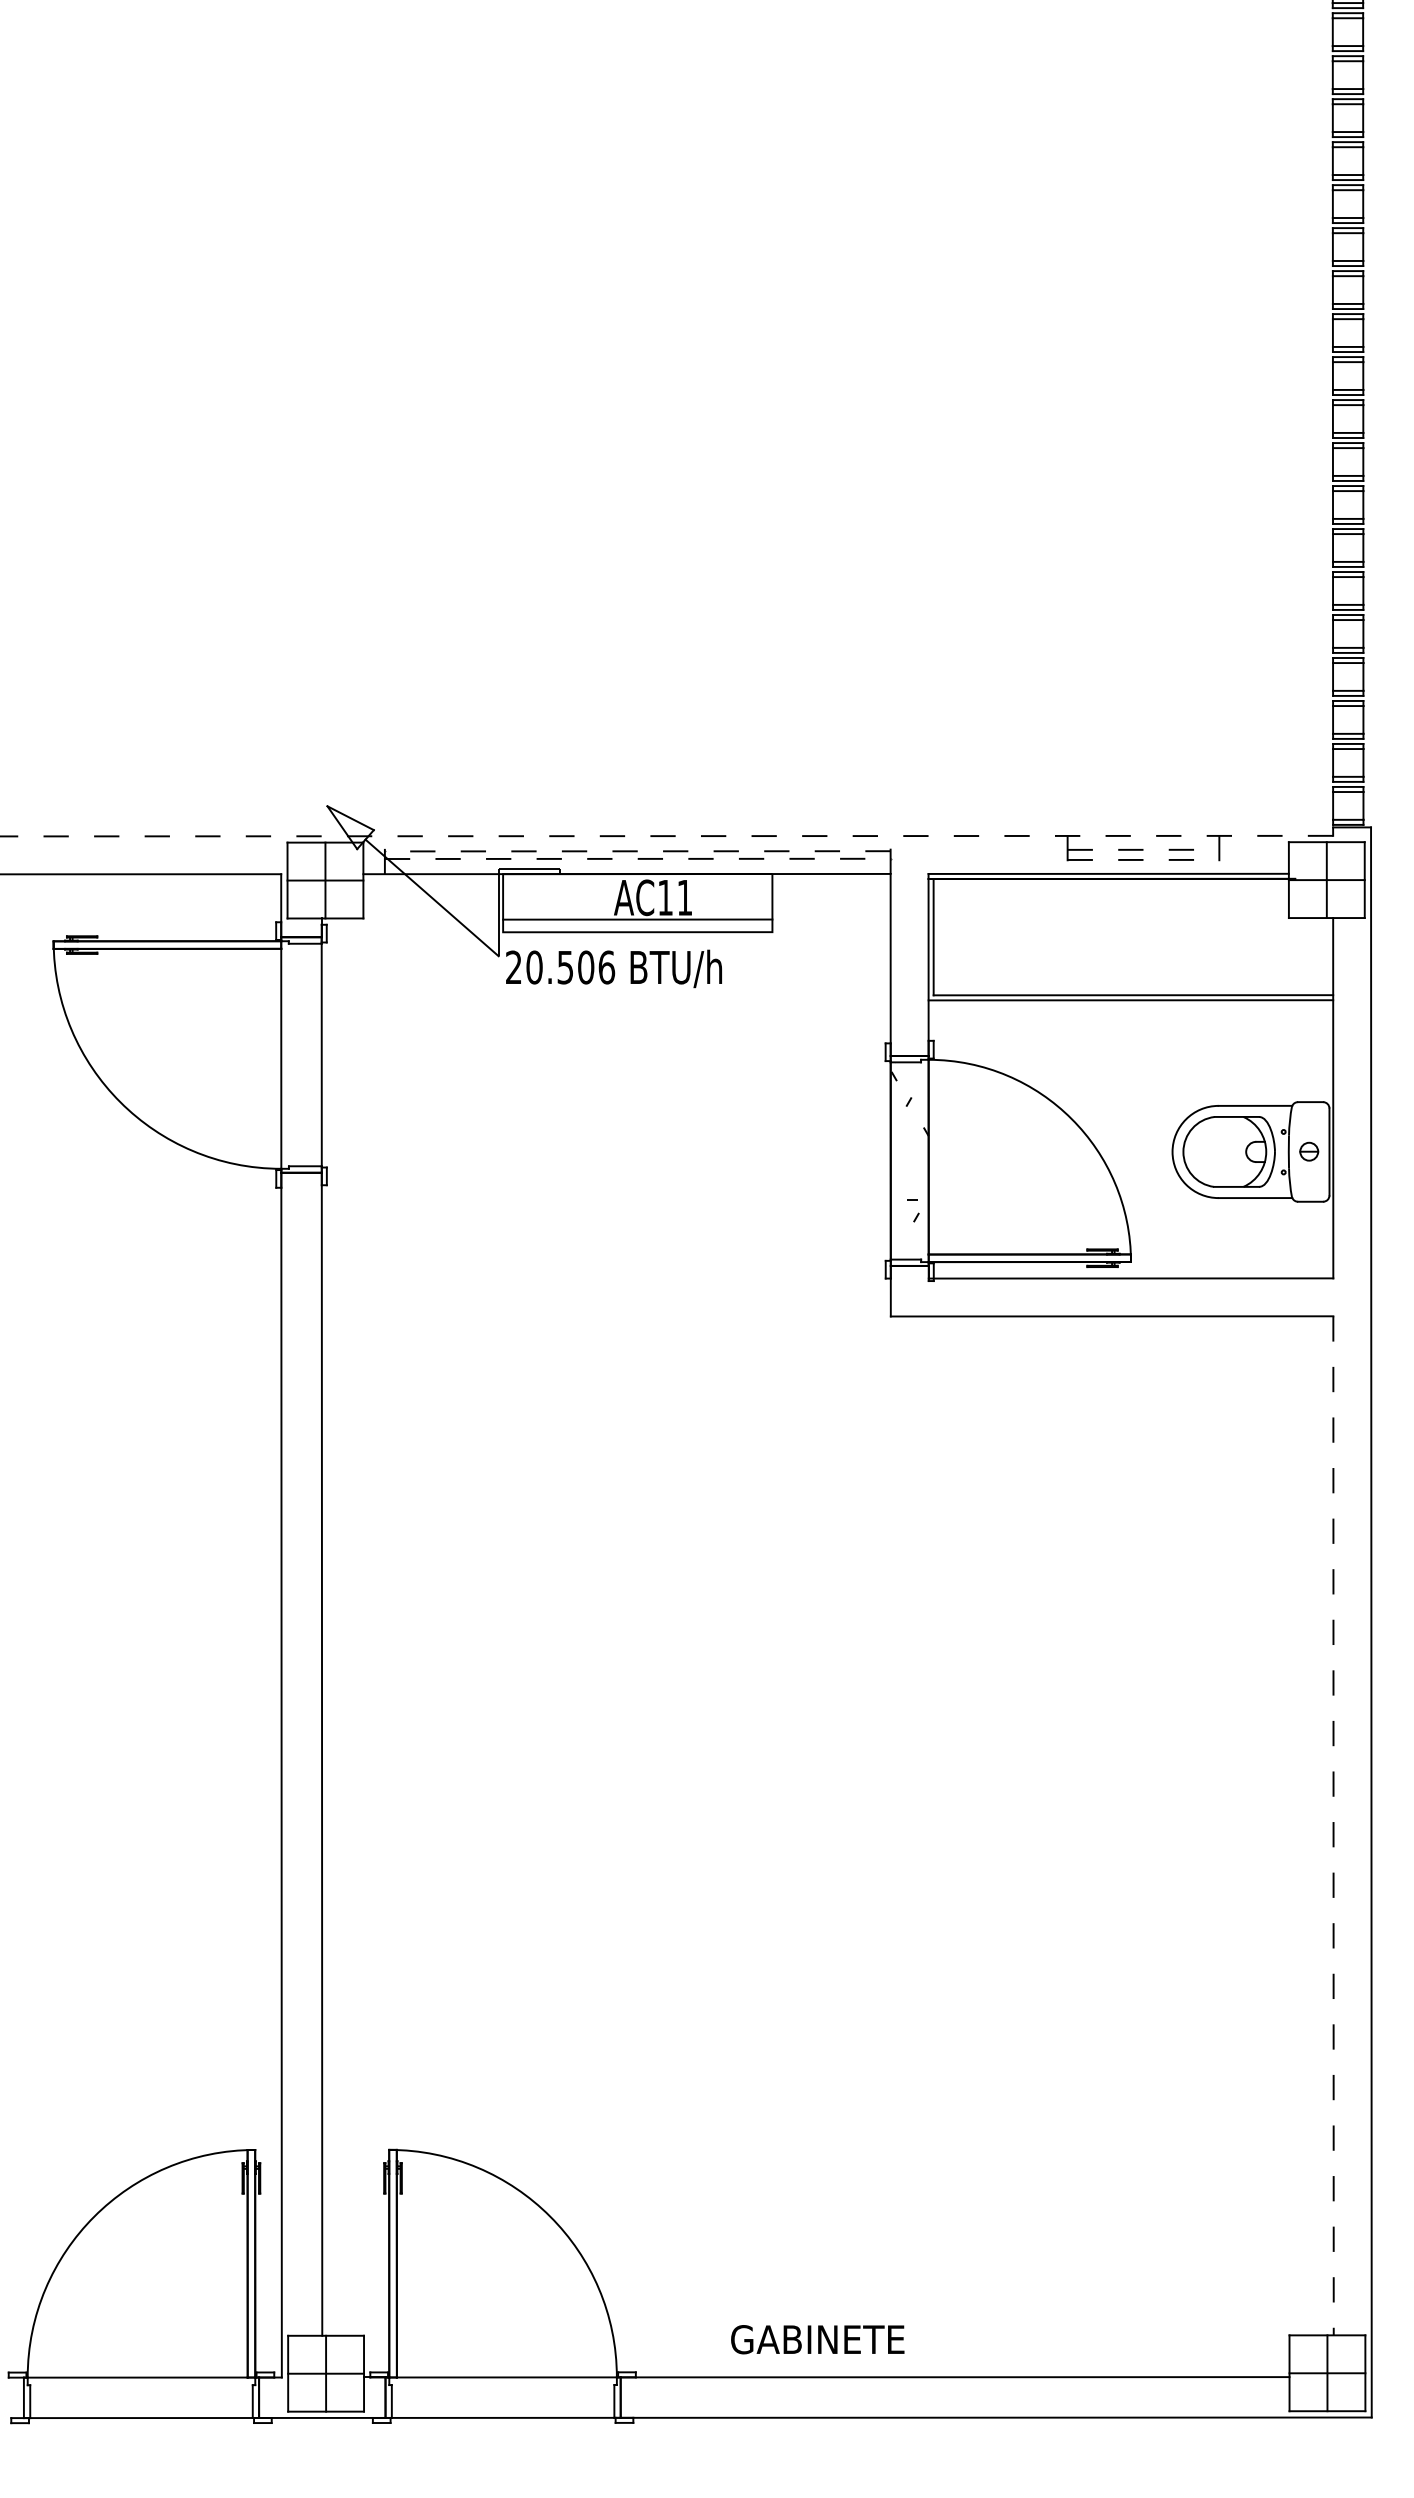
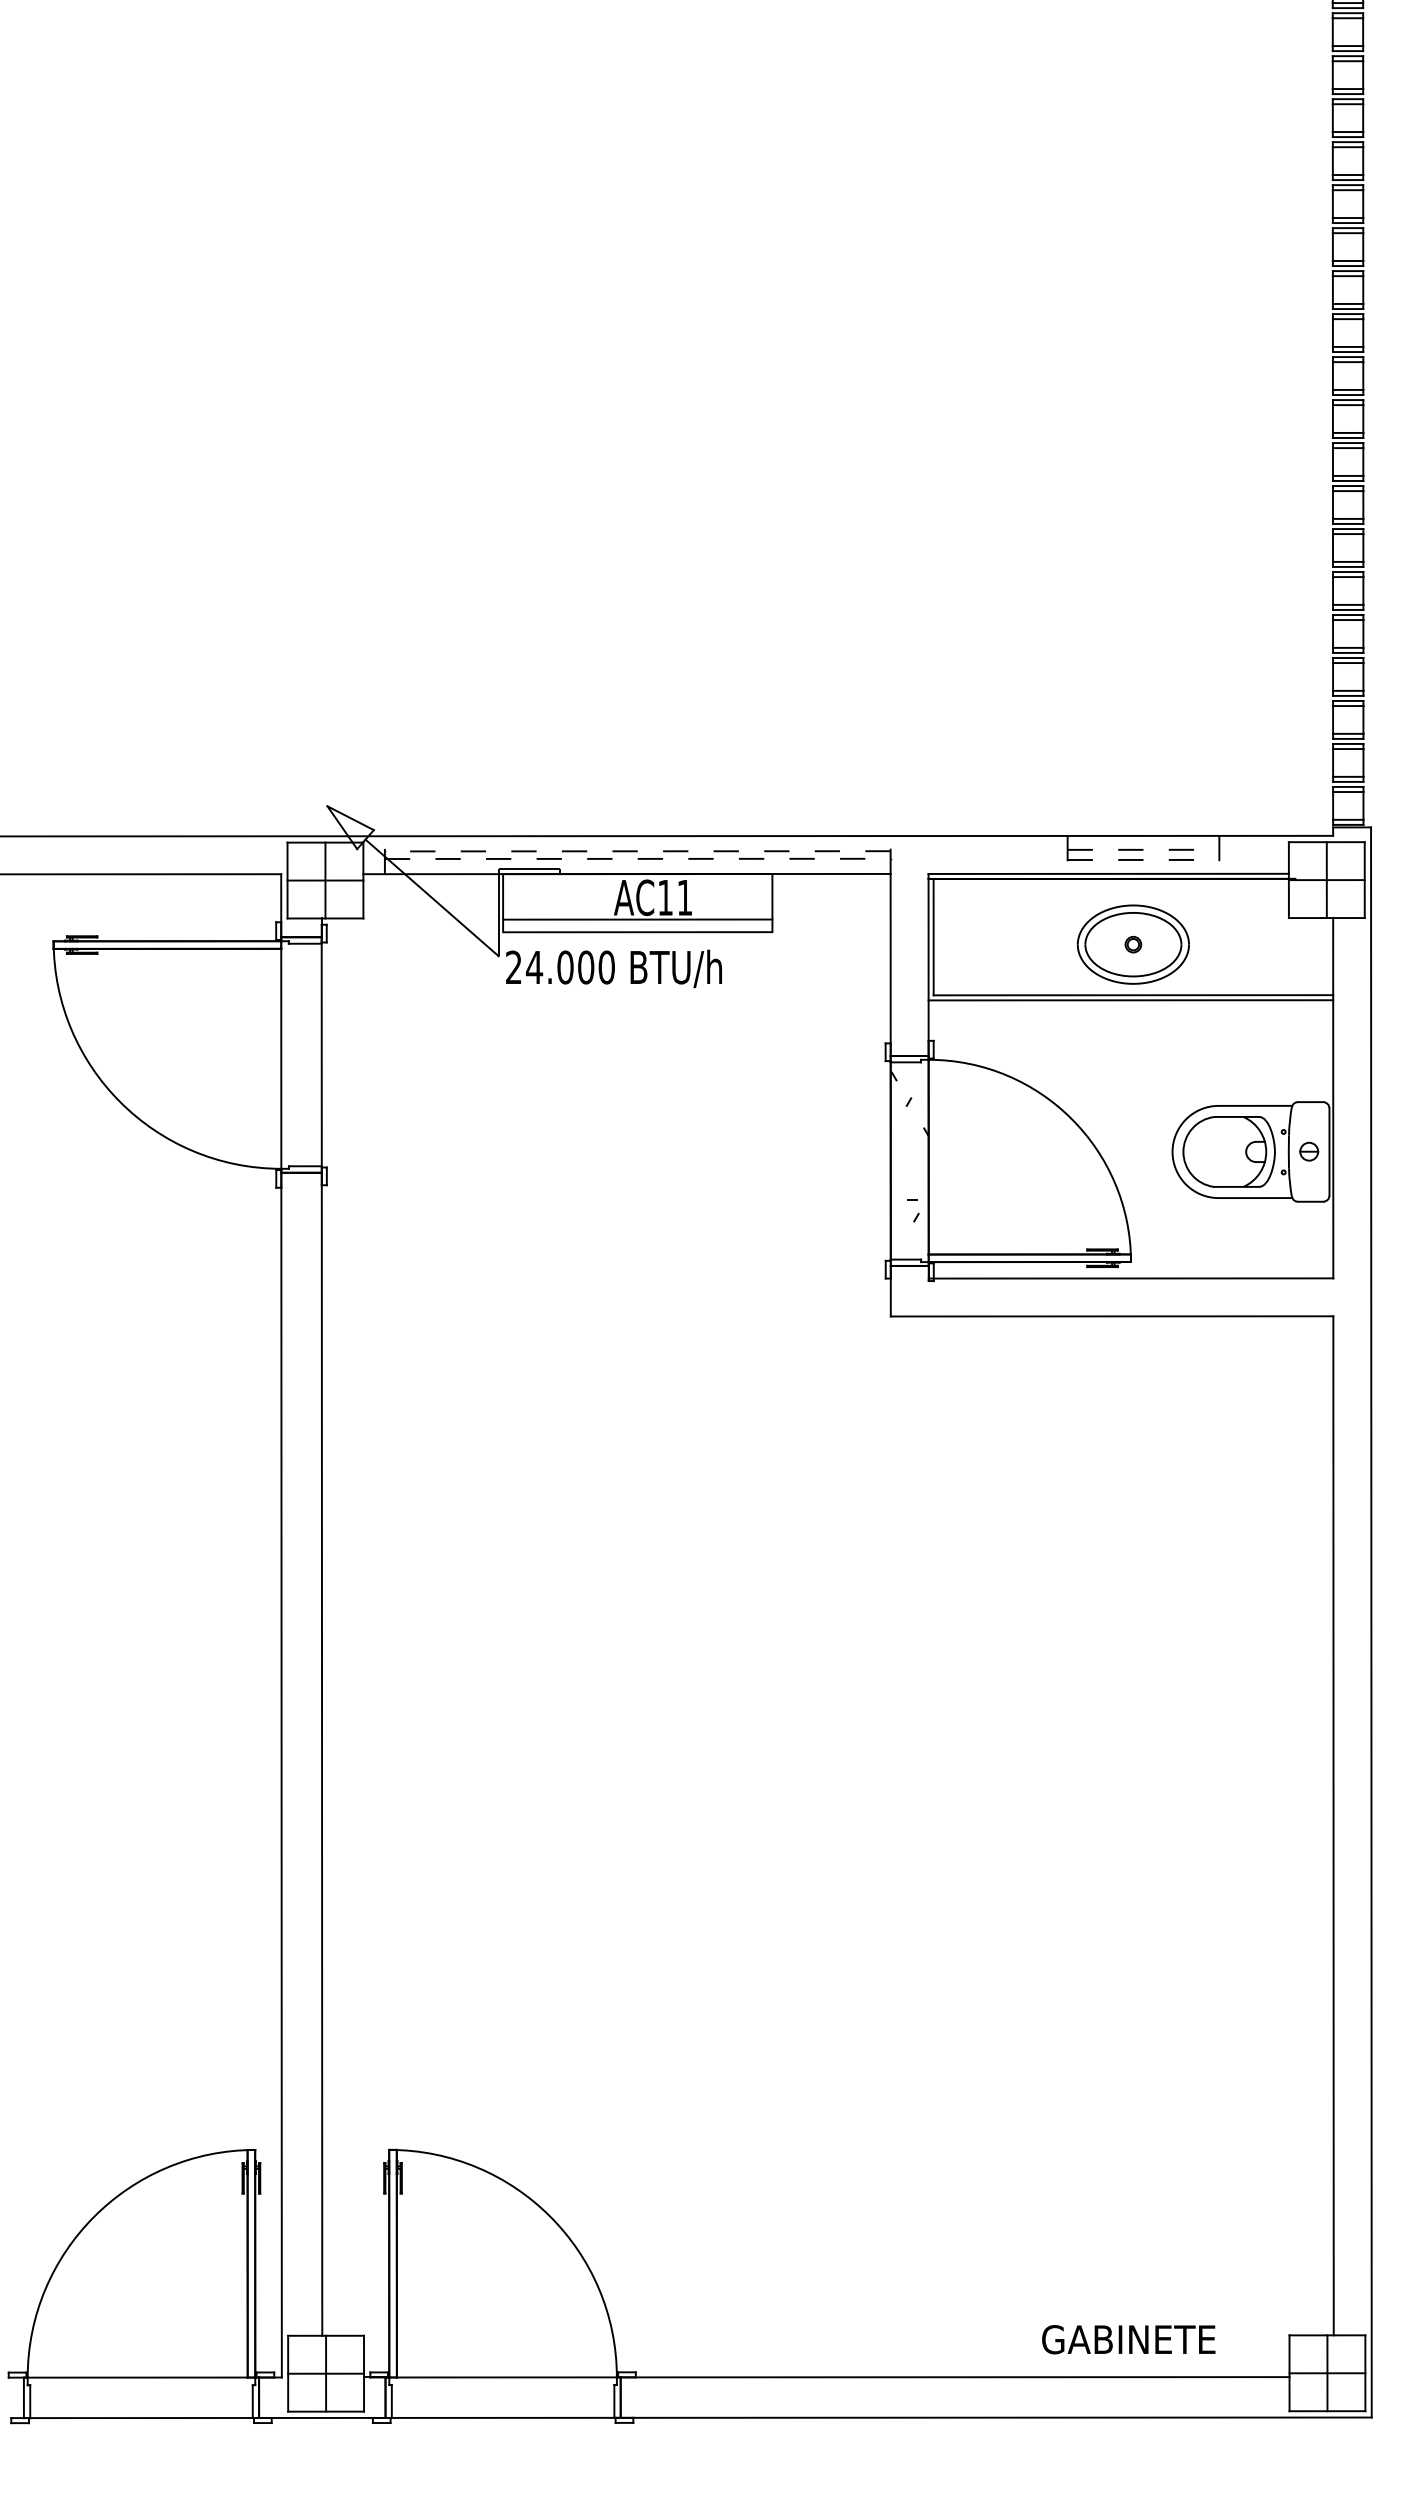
line at (666, 836): dashed -> solid
part at (1132, 944): none -> present
text at (570, 967): 20.506 -> 24.000
line at (1333, 1825): dashed -> solid
text at (817, 2339) position: (817, 2339) -> (1128, 2339)
